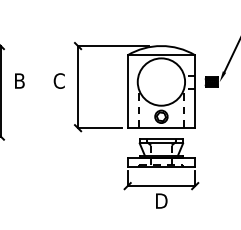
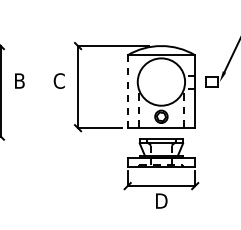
hatch at (211, 82): present -> none
line at (127, 92): solid -> dashed
